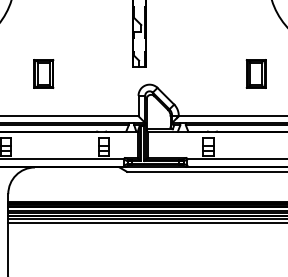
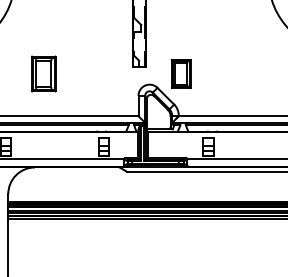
part at (43, 73) size: 22x30 px -> 26x38 px
part at (255, 73) position: (255, 73) -> (180, 73)
line at (146, 223): present -> none
